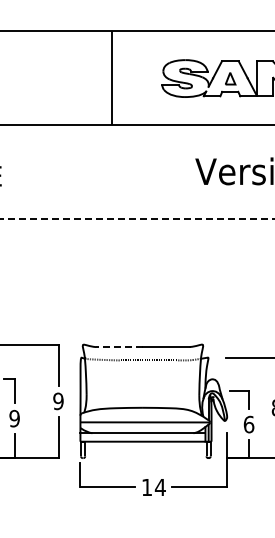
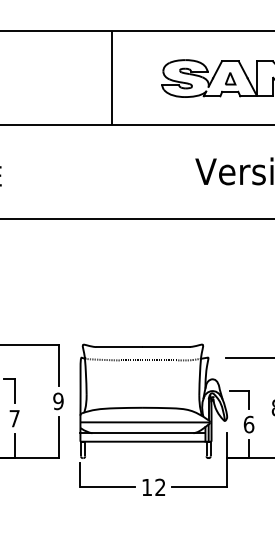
line at (137, 219): dashed -> solid
line at (119, 347): dashed -> solid
text at (14, 418): 9 -> 7
text at (159, 486): 14 -> 12
